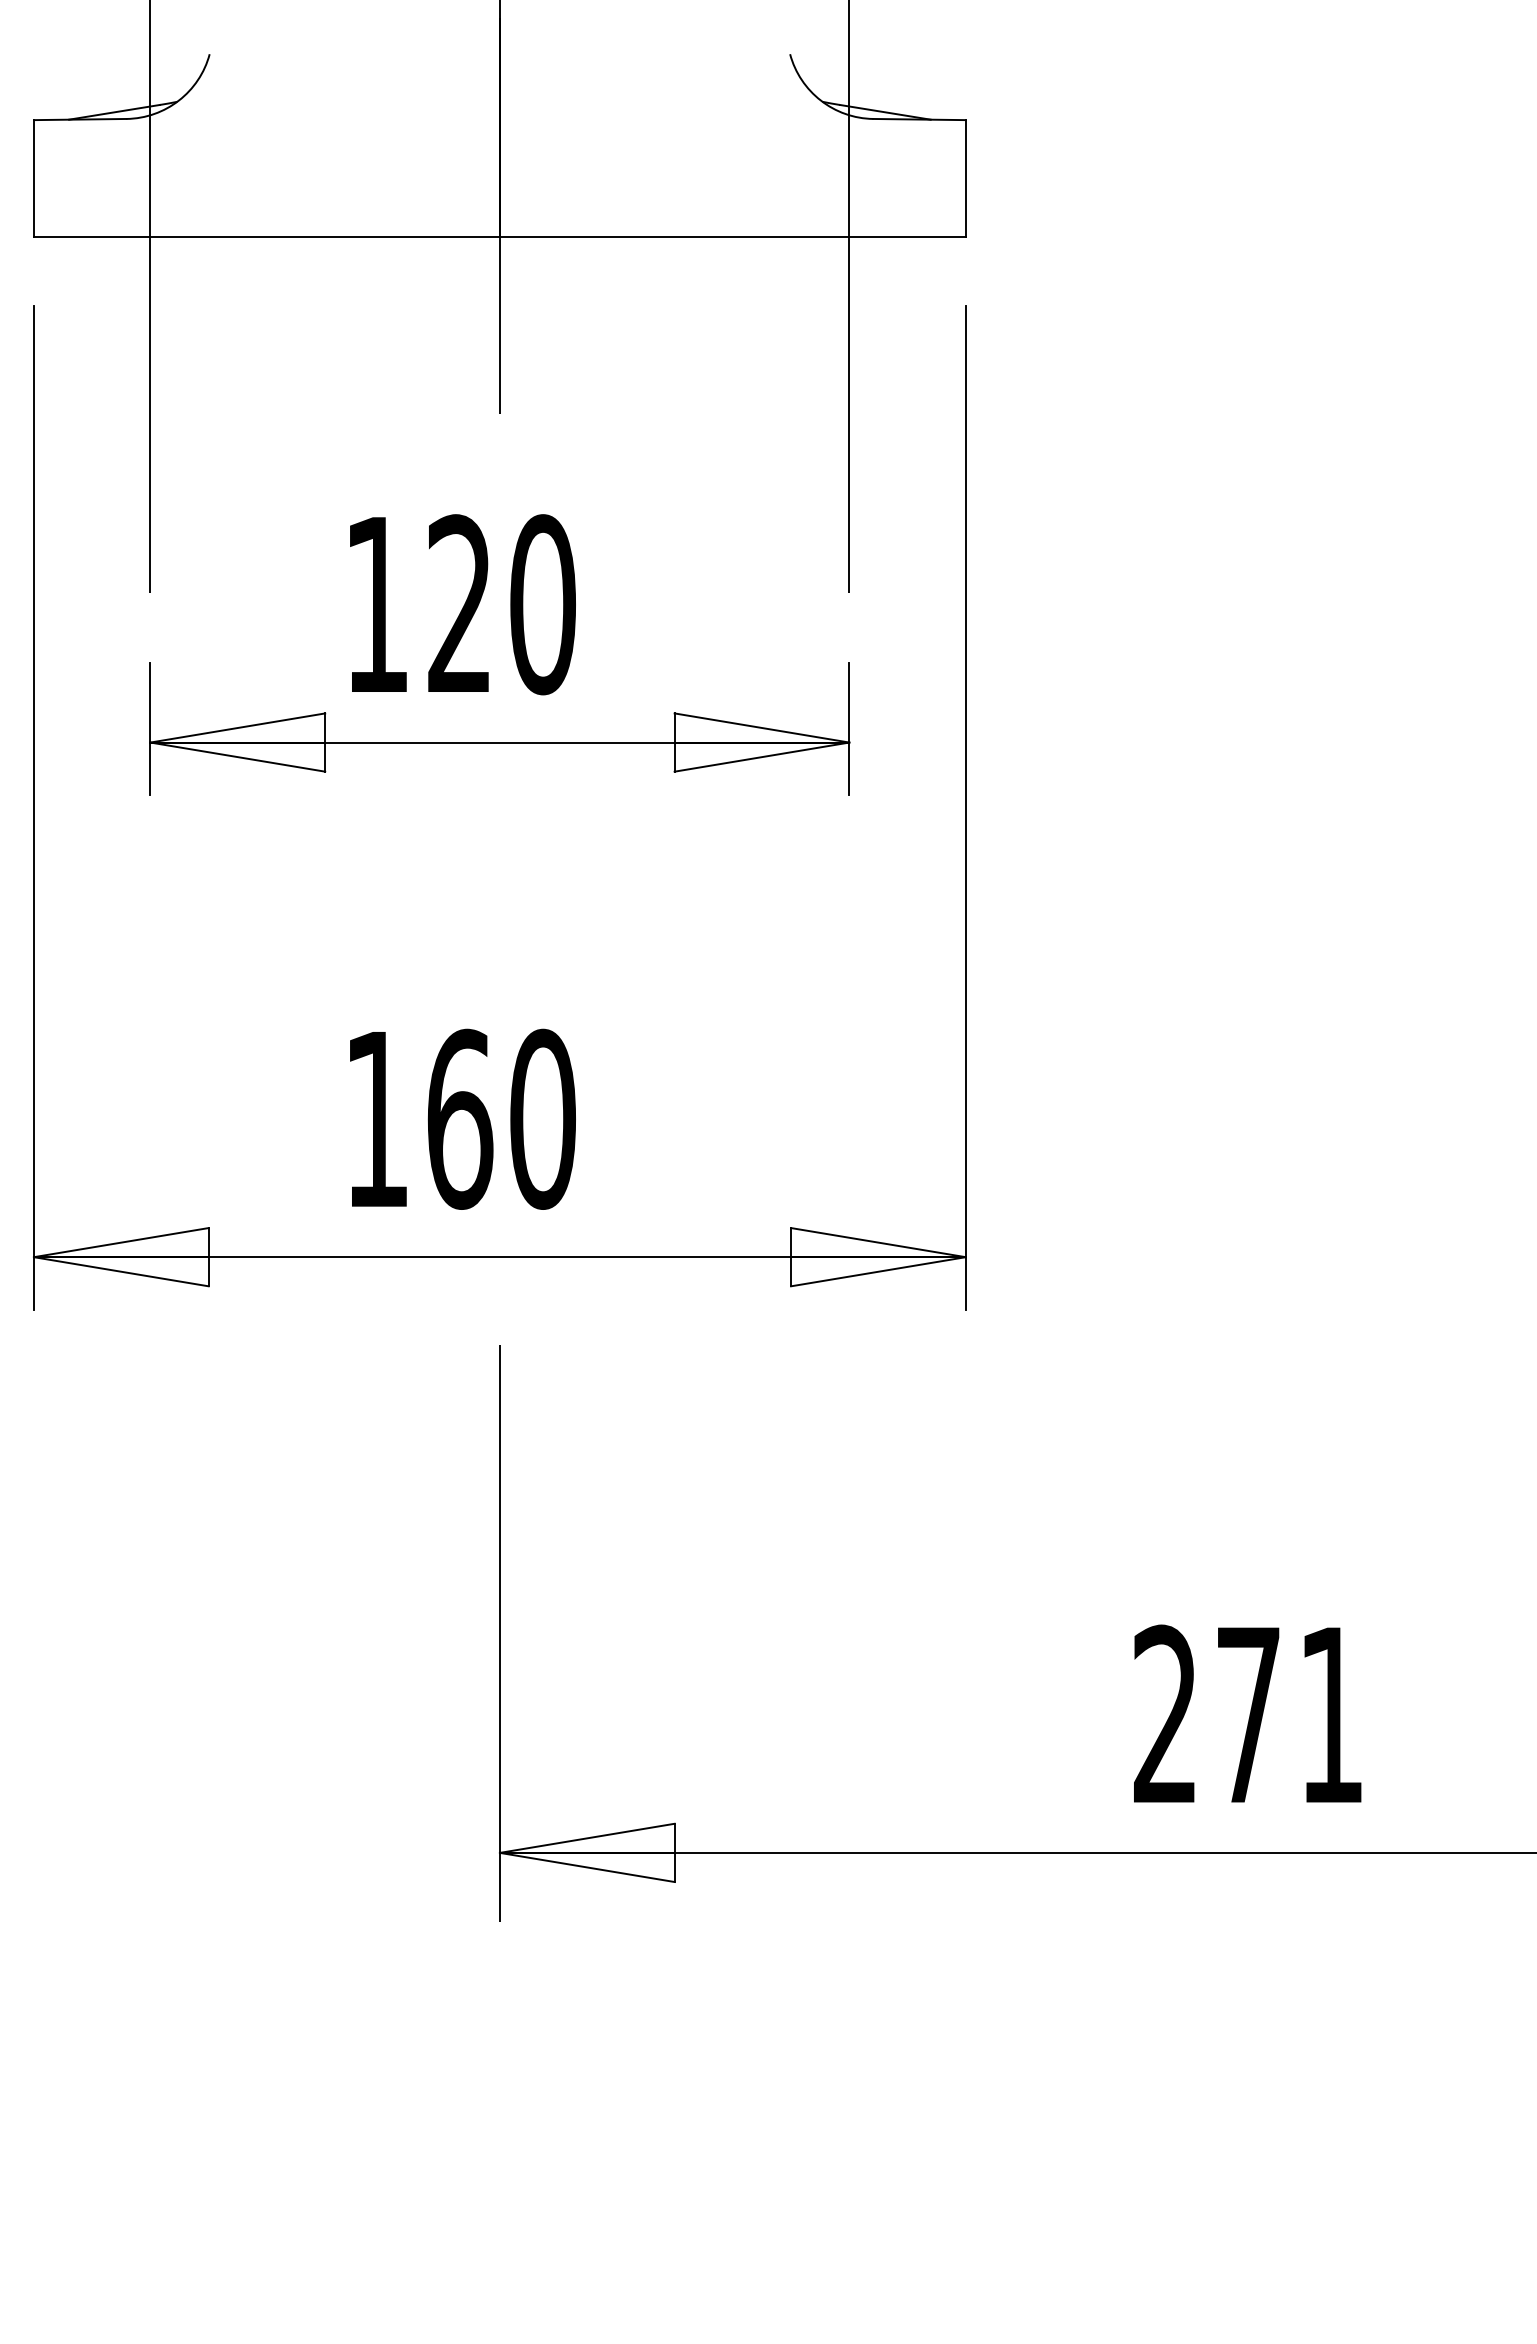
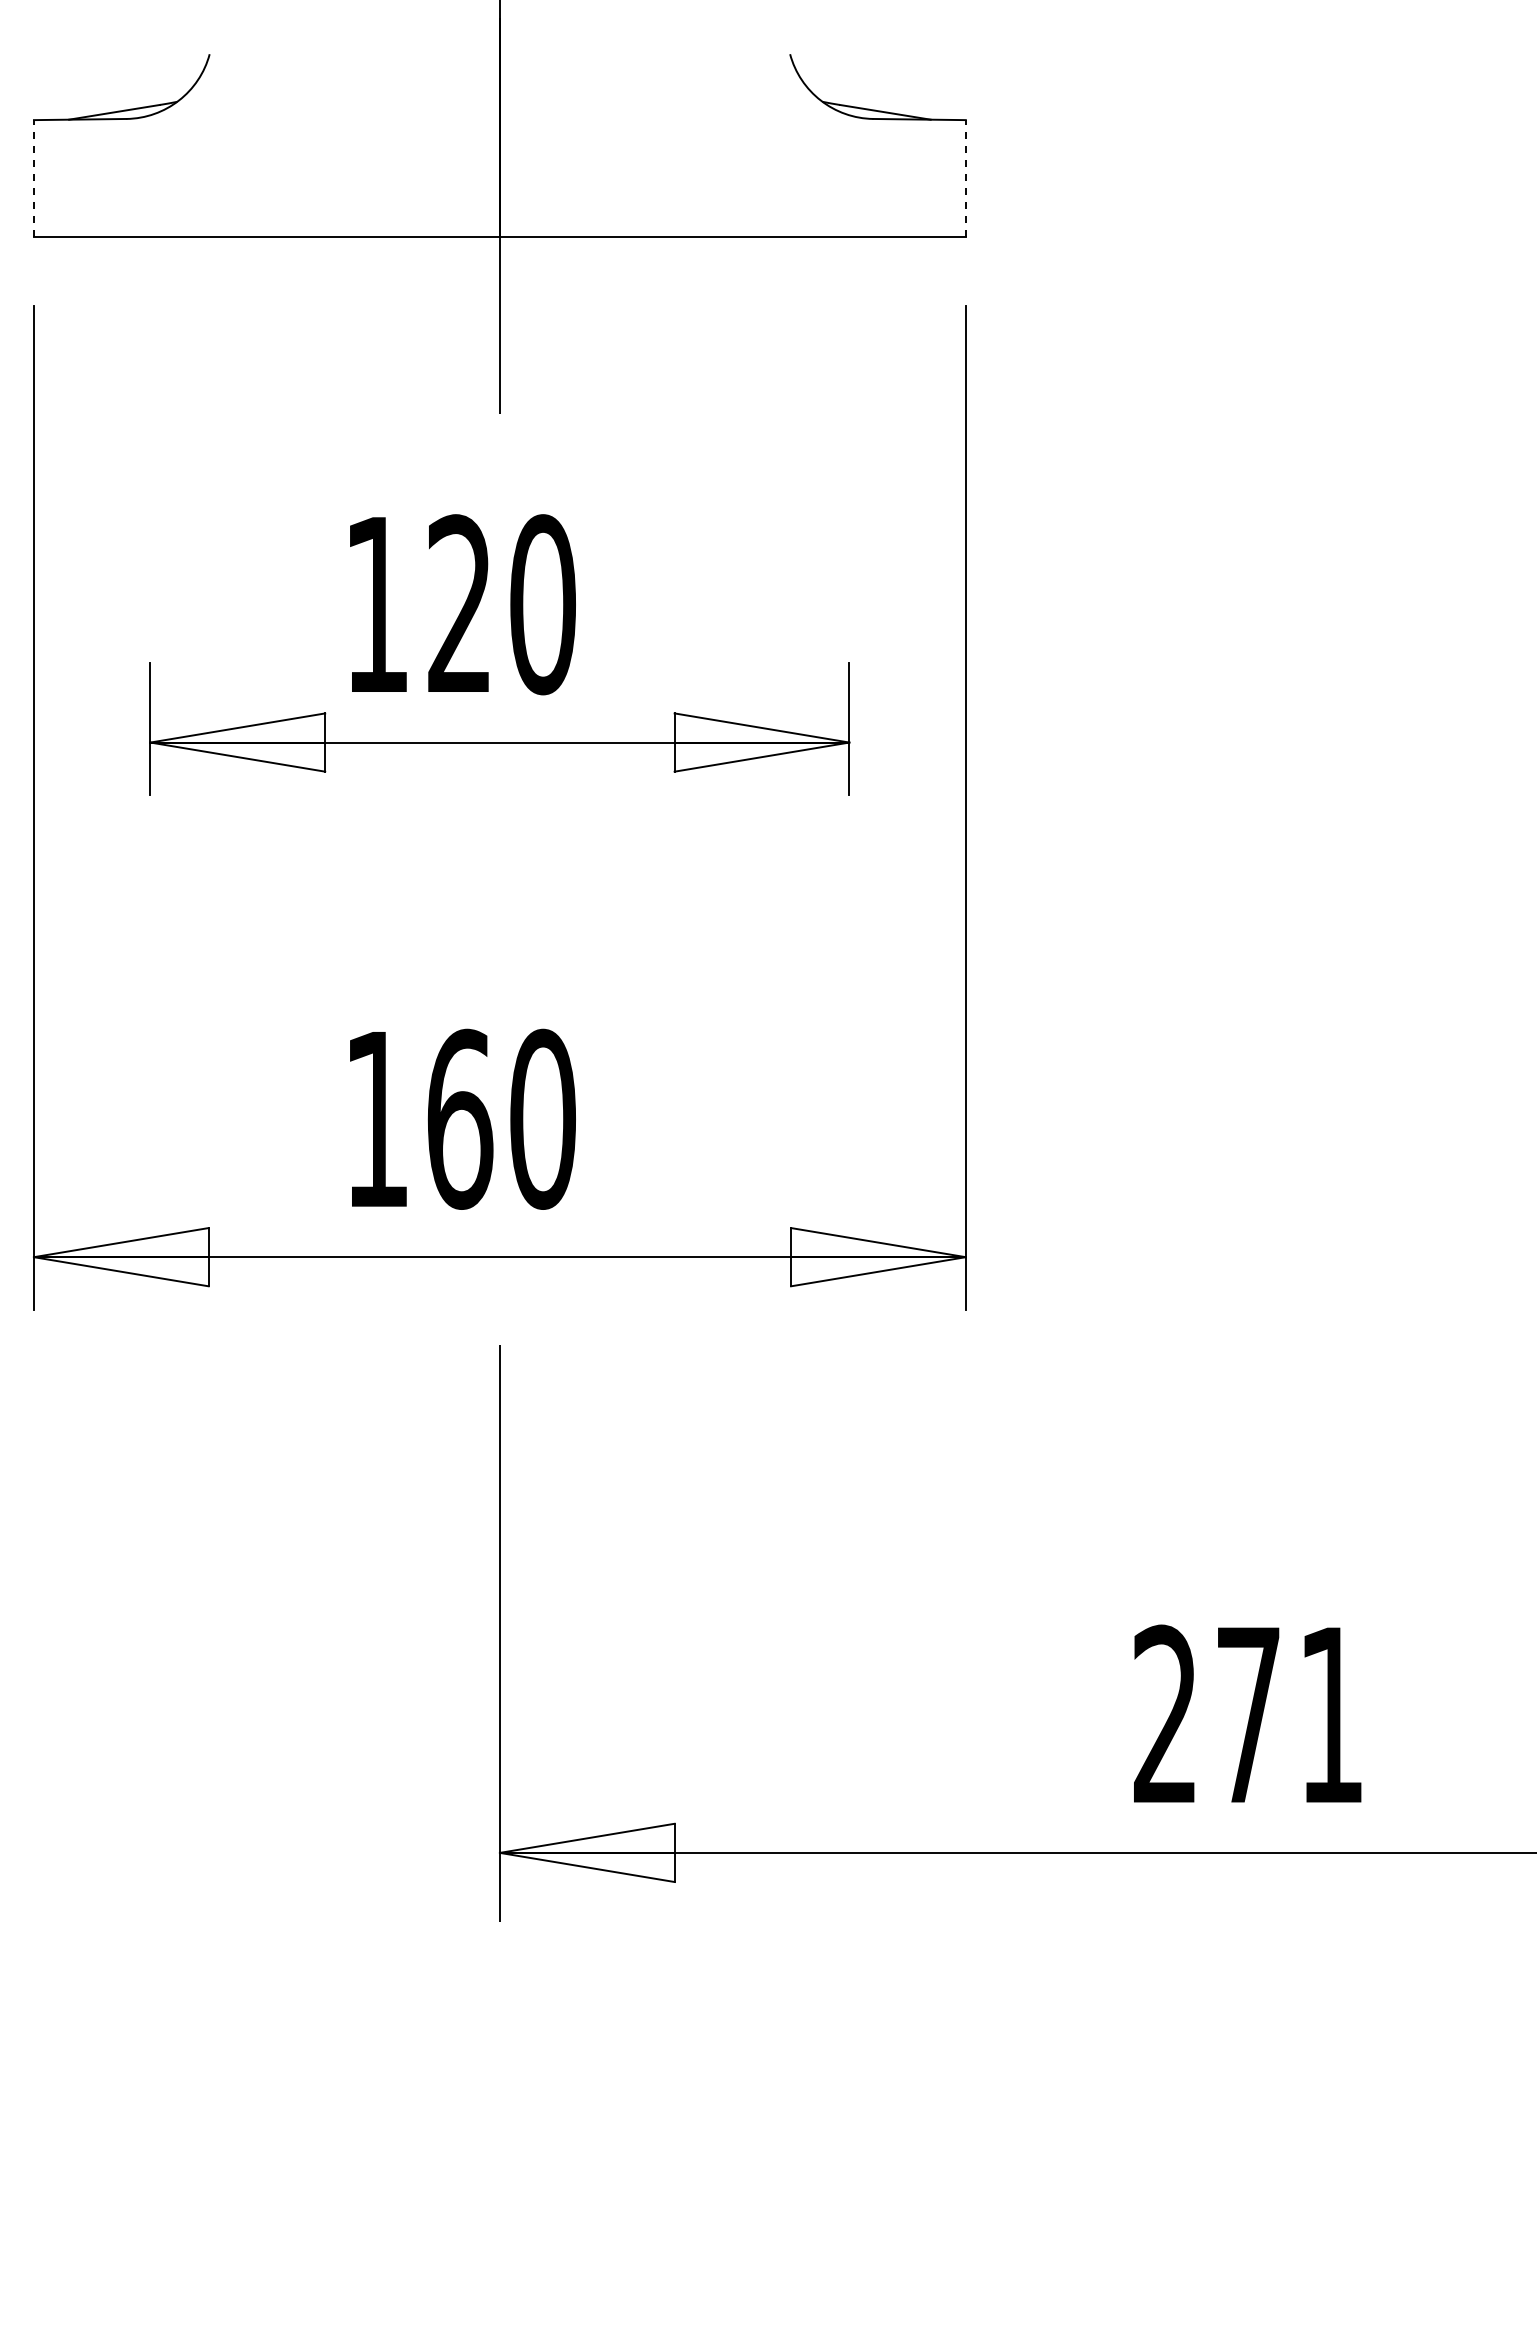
line at (33, 177): solid -> dashed
line at (965, 177): solid -> dashed
line at (150, 297): present -> none
line at (849, 297): present -> none
